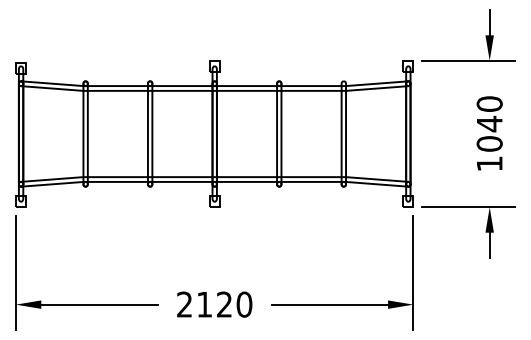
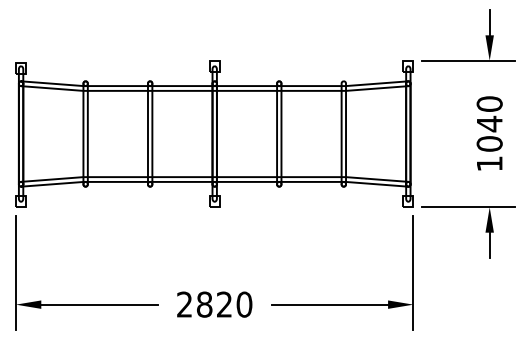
text at (204, 304): 2120 -> 2820
